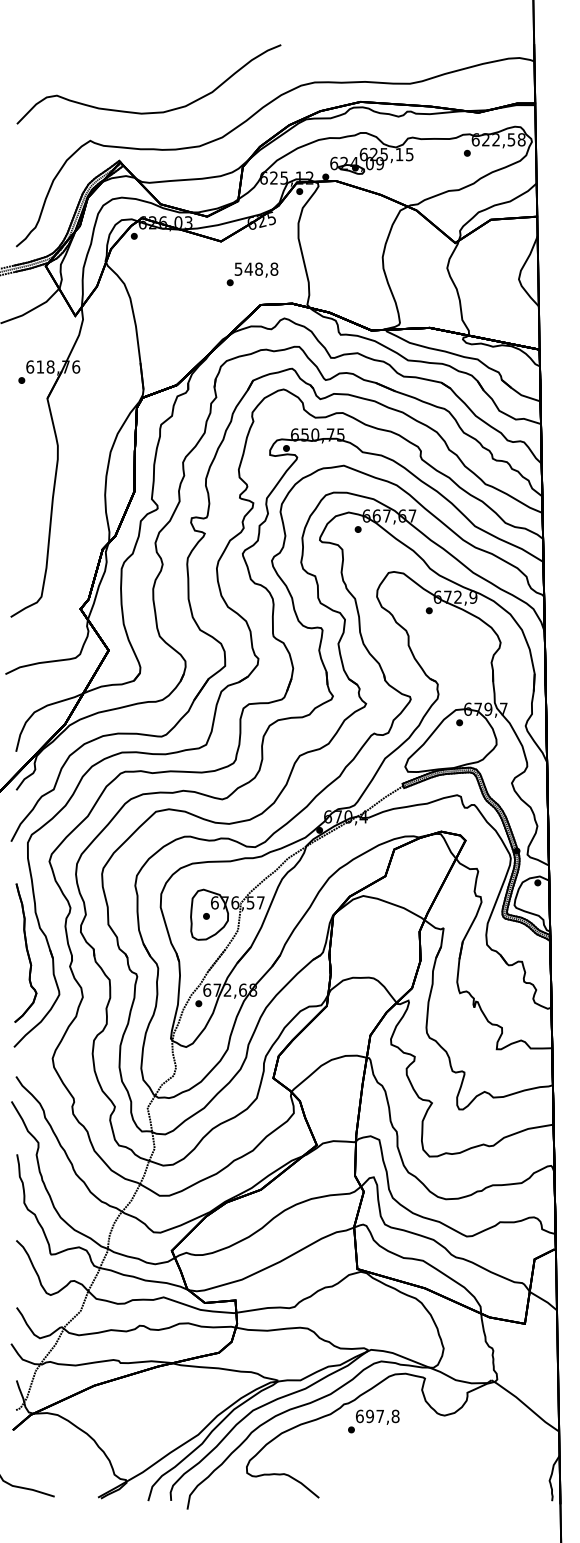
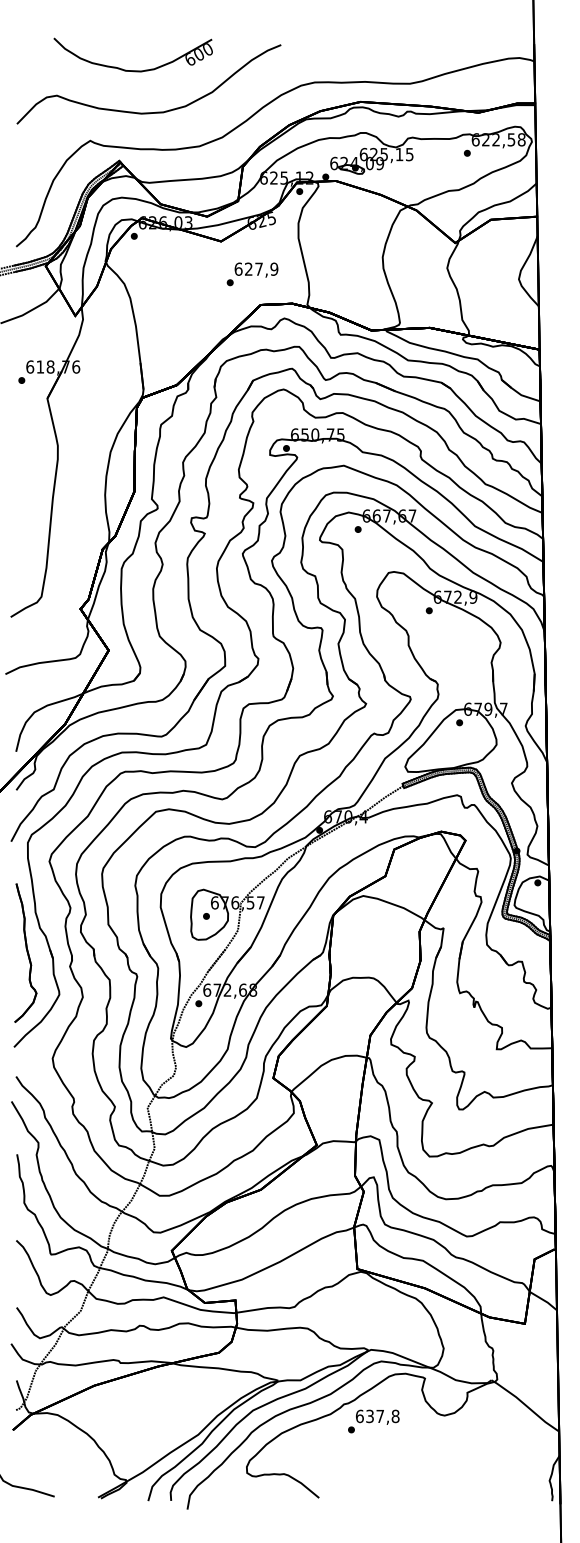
part at (132, 70): none -> present
text at (256, 268): 548,8 -> 627,9
text at (369, 1415): 697,8 -> 637,8
